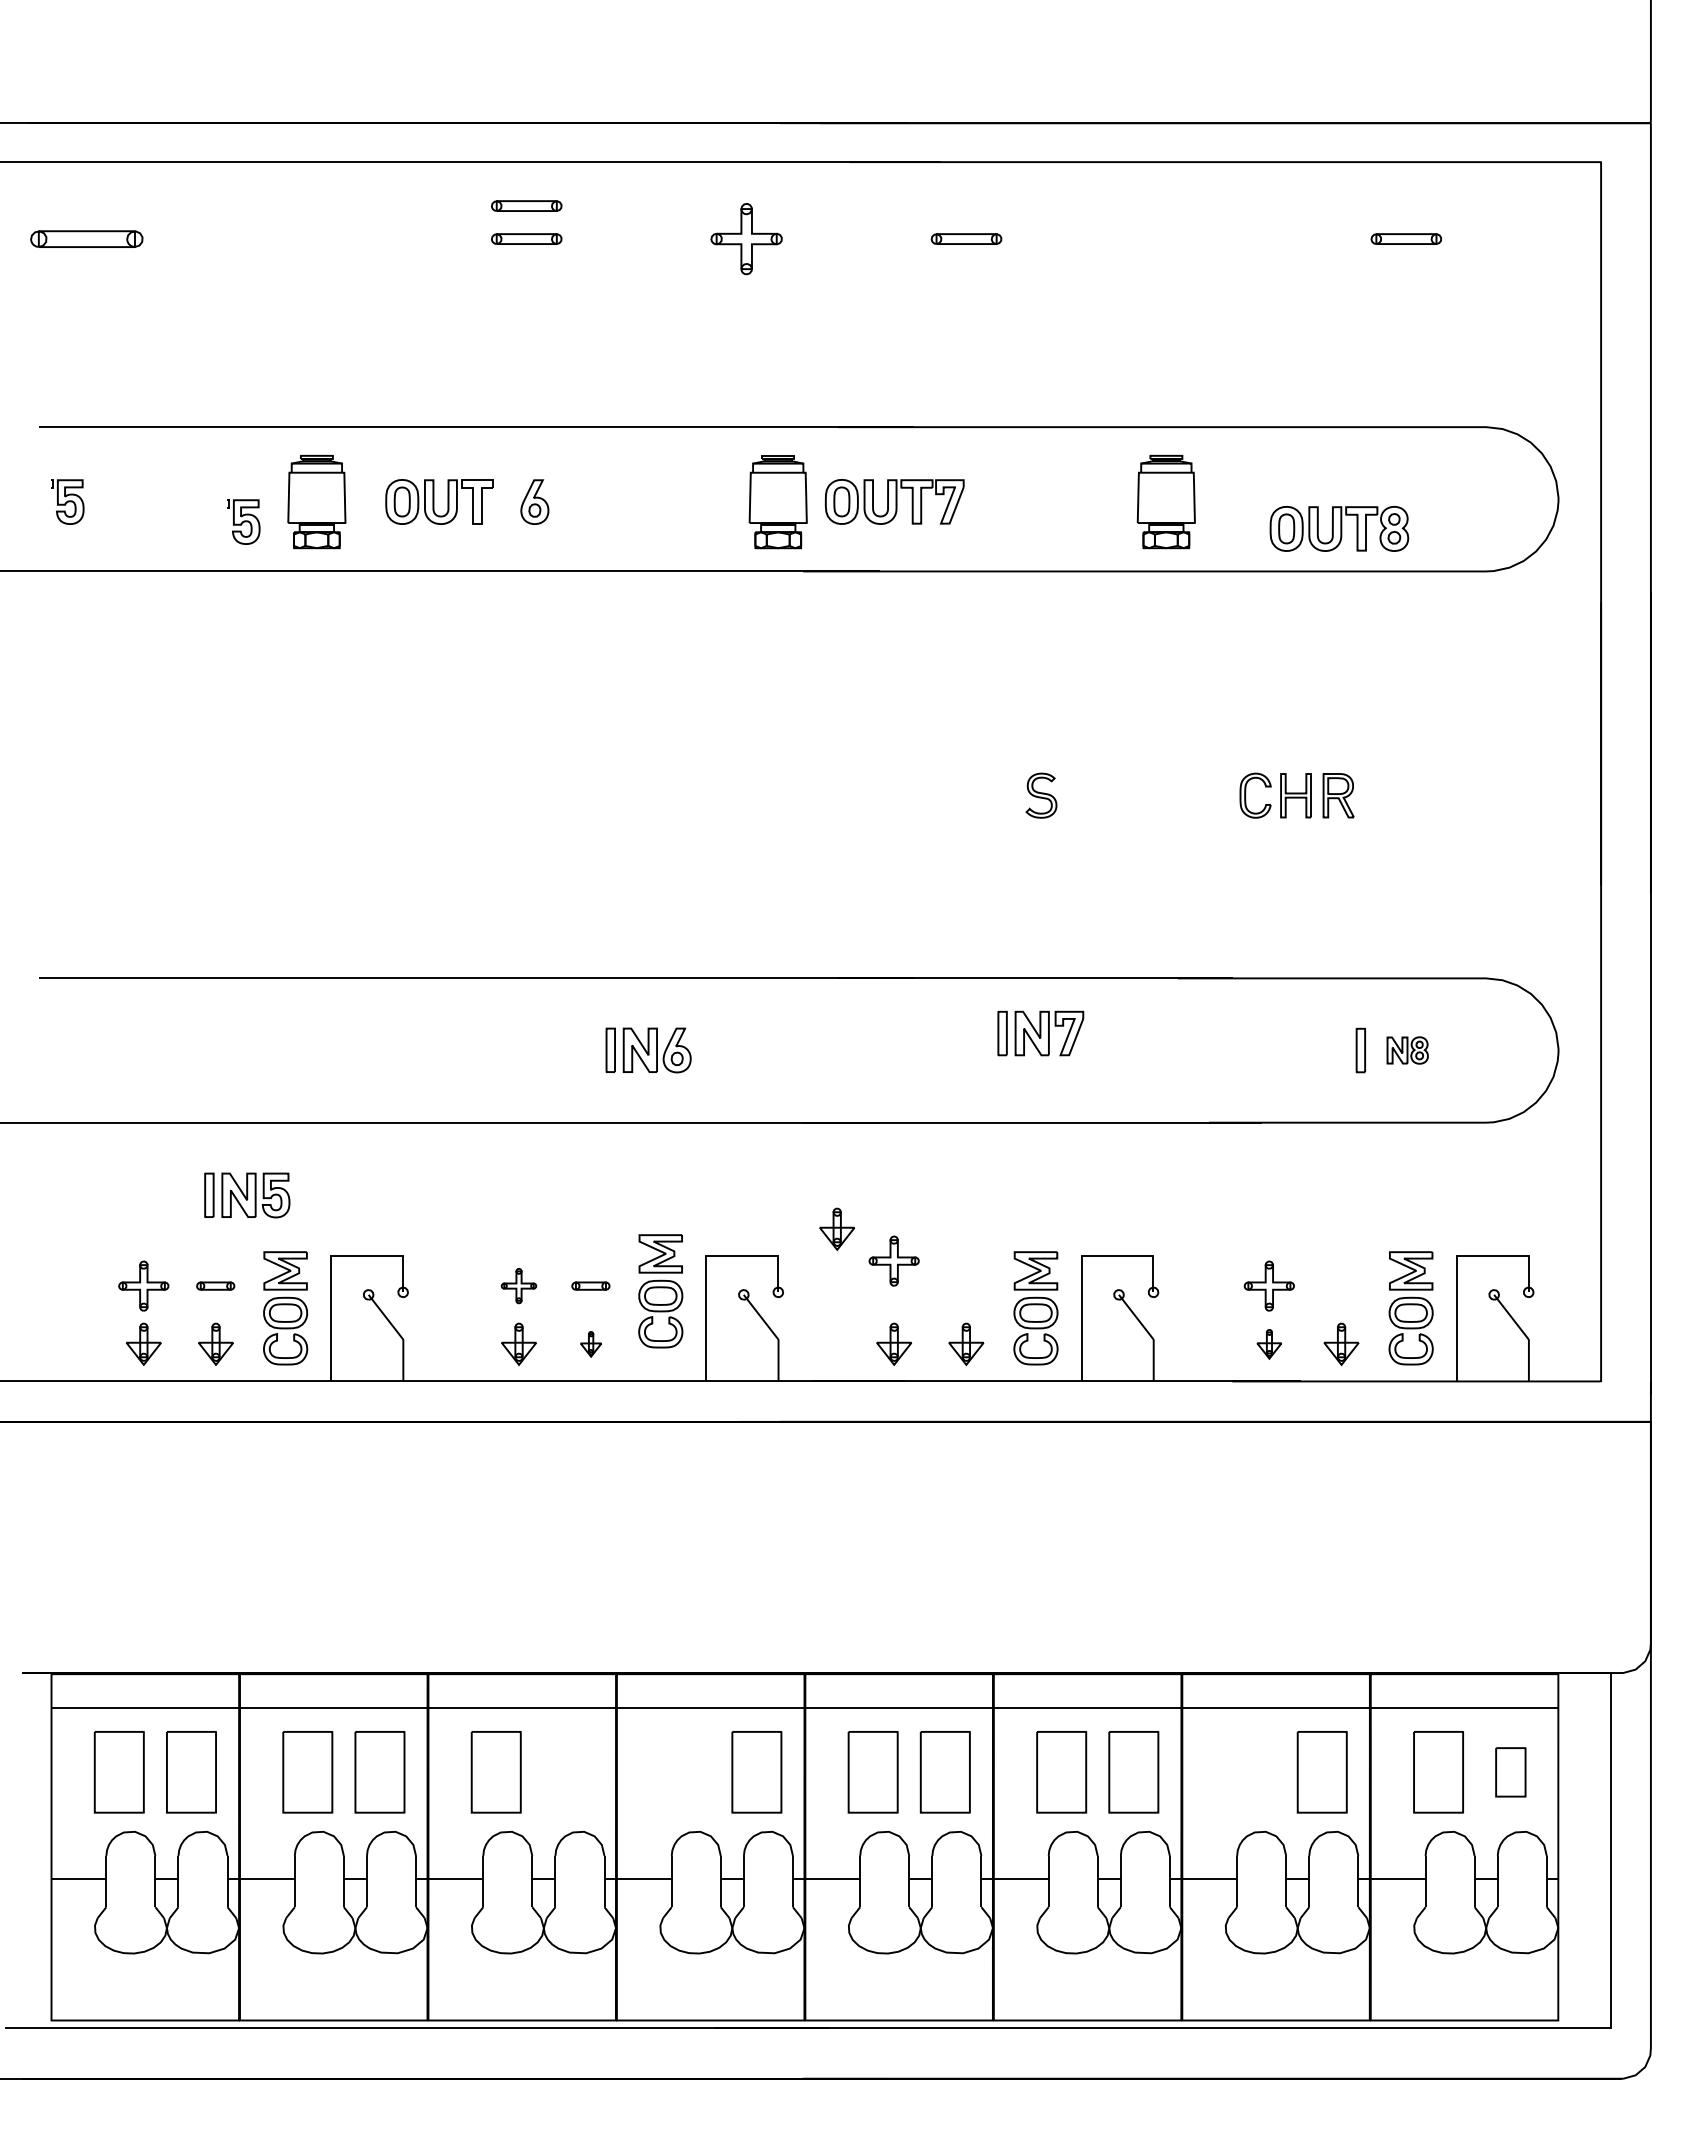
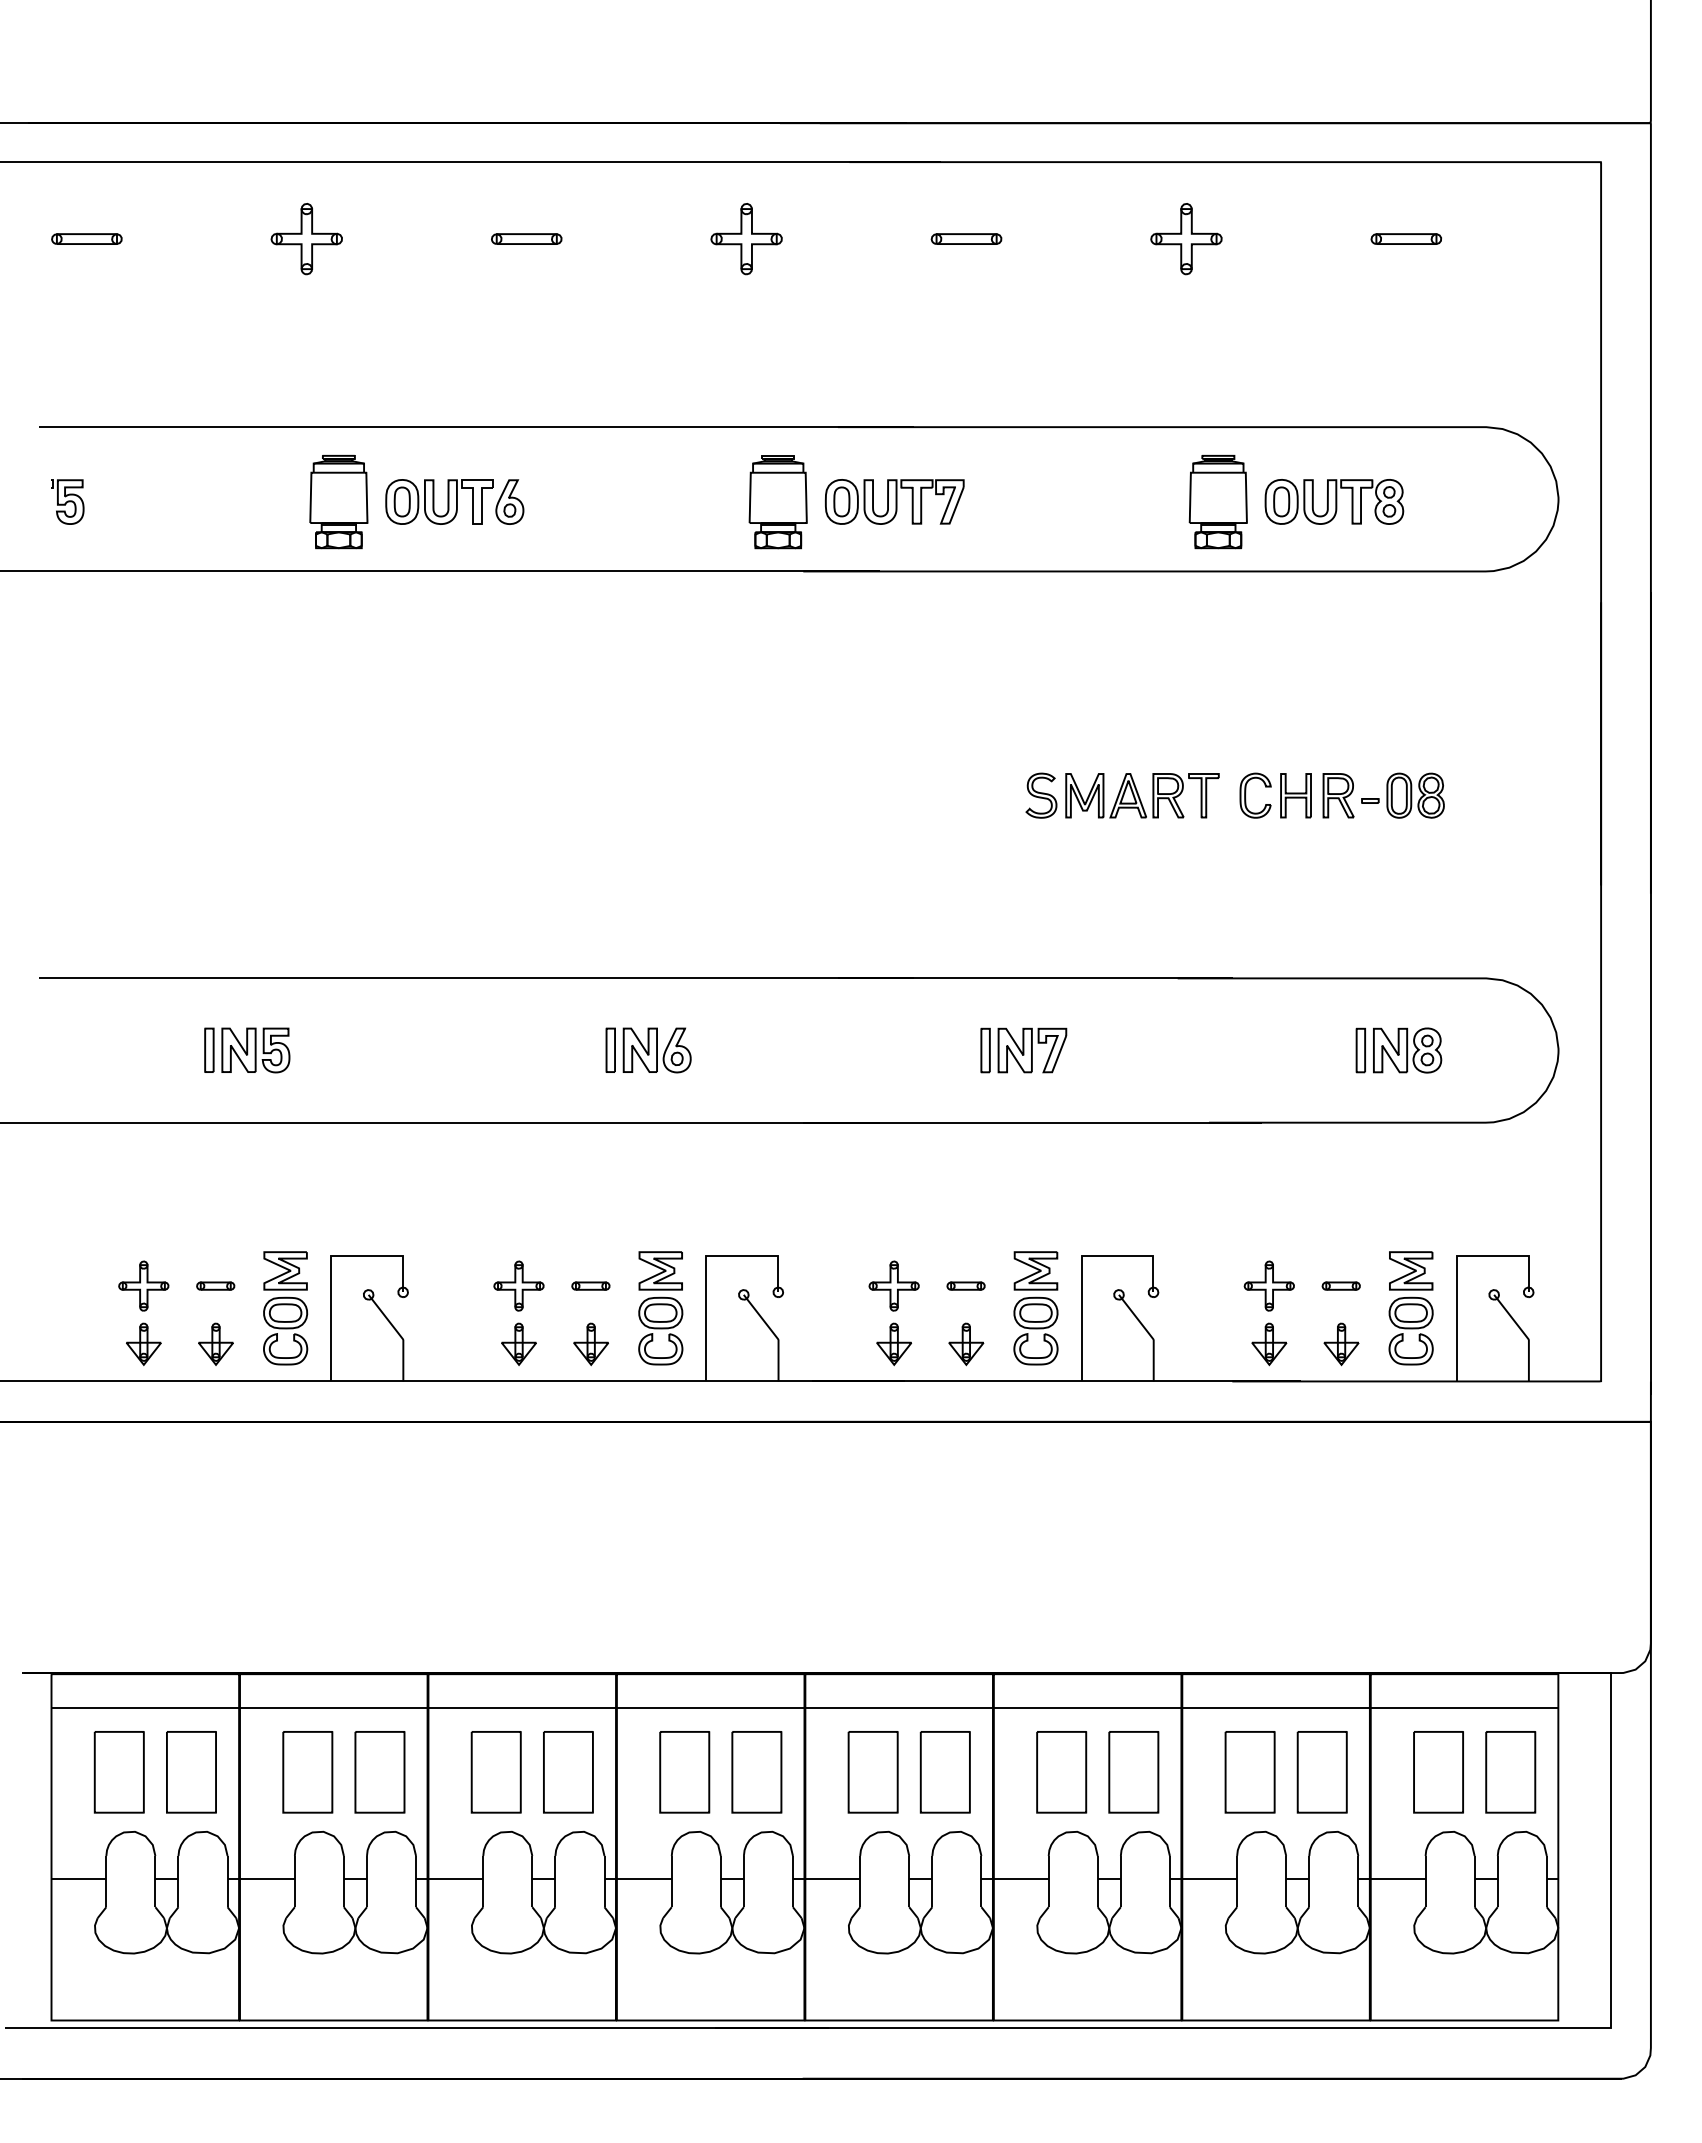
part at (526, 205): present -> none
part at (86, 238) size: 114x18 px -> 72x12 px
part at (306, 239): none -> present
part at (1186, 239): none -> present
part at (534, 501) position: (534, 501) -> (509, 501)
part at (316, 502) position: (316, 502) -> (338, 502)
part at (1165, 502) position: (1165, 502) -> (1217, 502)
part at (243, 521): present -> none
part at (1339, 528) position: (1339, 528) -> (1334, 501)
part at (1142, 795): none -> present
part at (1402, 795): none -> present
part at (1040, 1033) position: (1040, 1033) -> (1023, 1050)
part at (1407, 1050) size: 43x29 px -> 70x47 px
part at (247, 1195) position: (247, 1195) -> (247, 1050)
part at (836, 1229): present -> none
part at (893, 1260) position: (893, 1260) -> (893, 1285)
part at (965, 1285): none -> present
part at (1340, 1285): none -> present
part at (518, 1286) size: 38x37 px -> 52x52 px
part at (660, 1291) position: (660, 1291) -> (660, 1308)
part at (590, 1344) size: 22x27 px -> 36x45 px
part at (1268, 1344) size: 26x31 px -> 37x45 px
part at (568, 1772): none -> present
part at (684, 1772): none -> present
part at (1249, 1772): none -> present
part at (1510, 1772) size: 32x51 px -> 52x83 px
